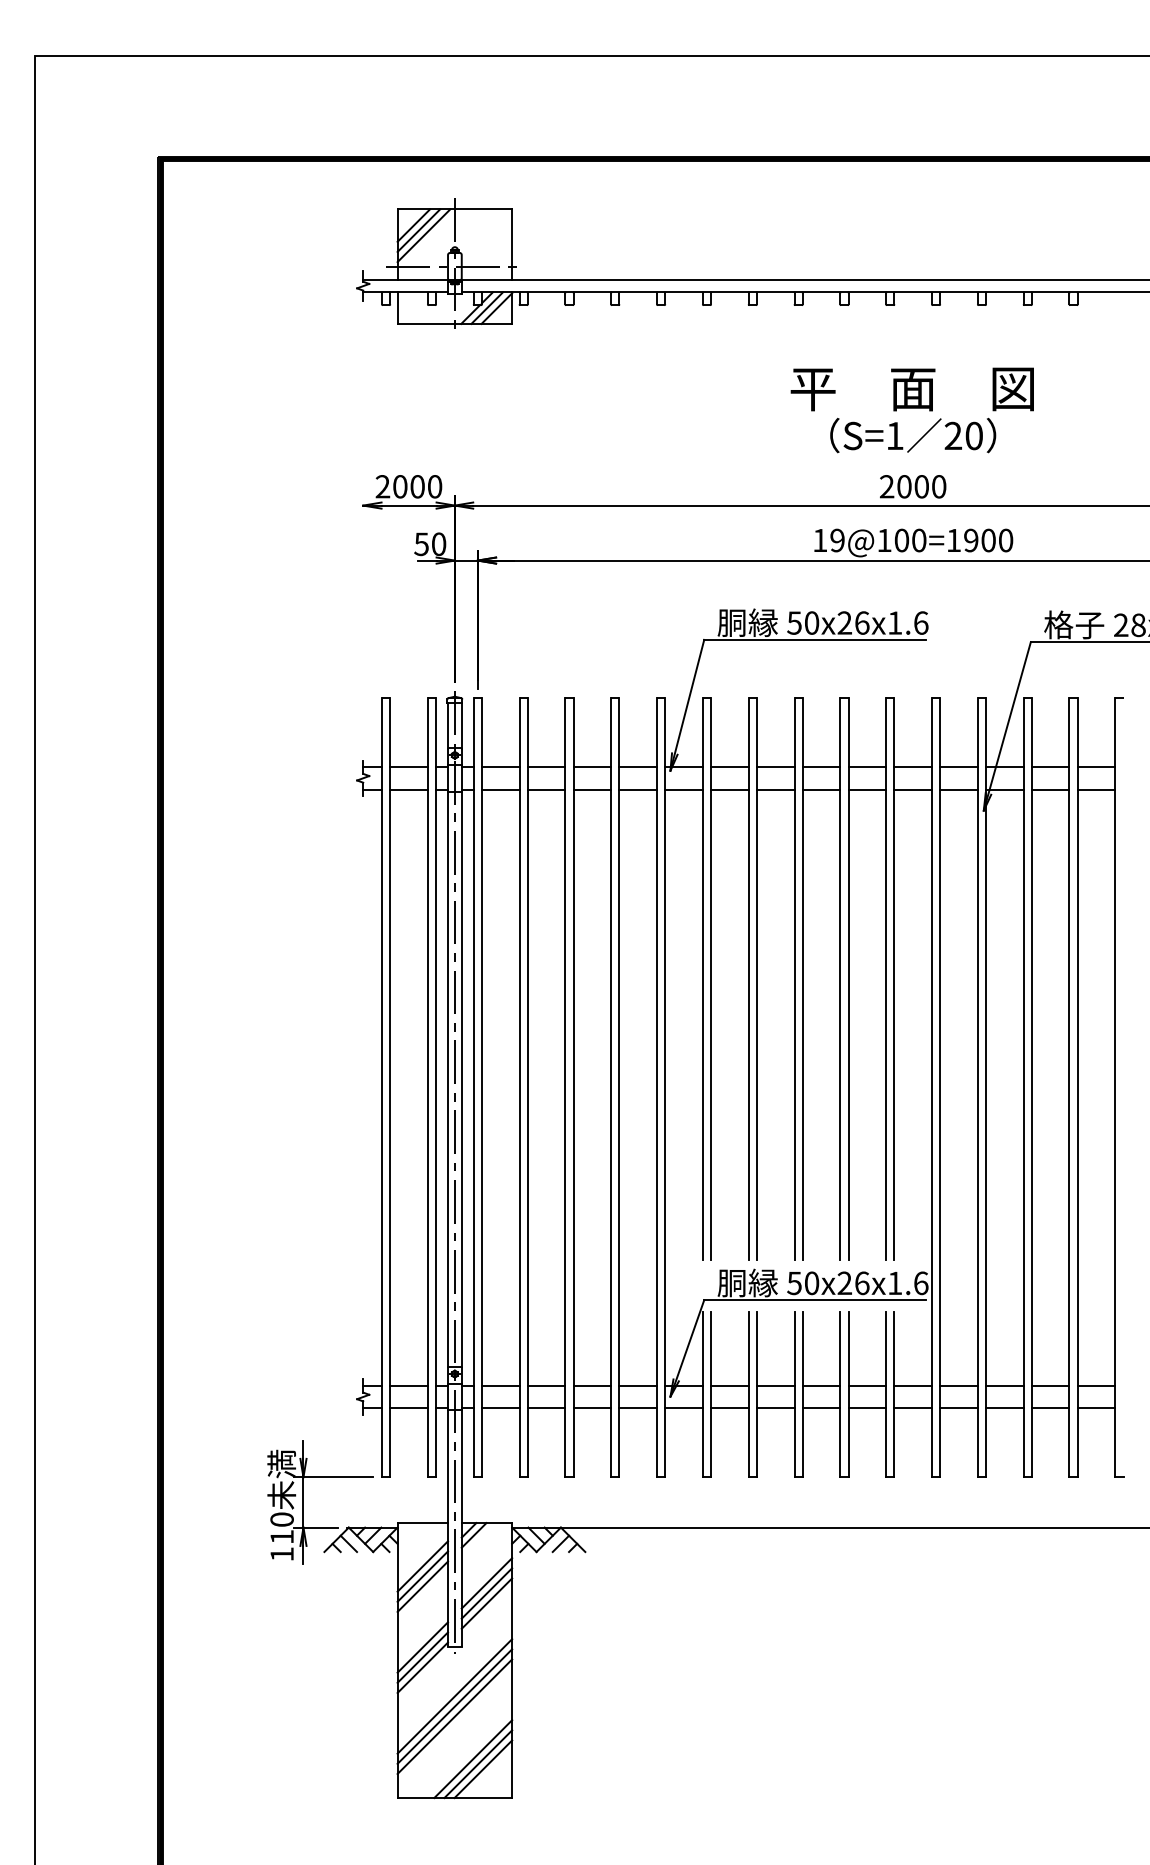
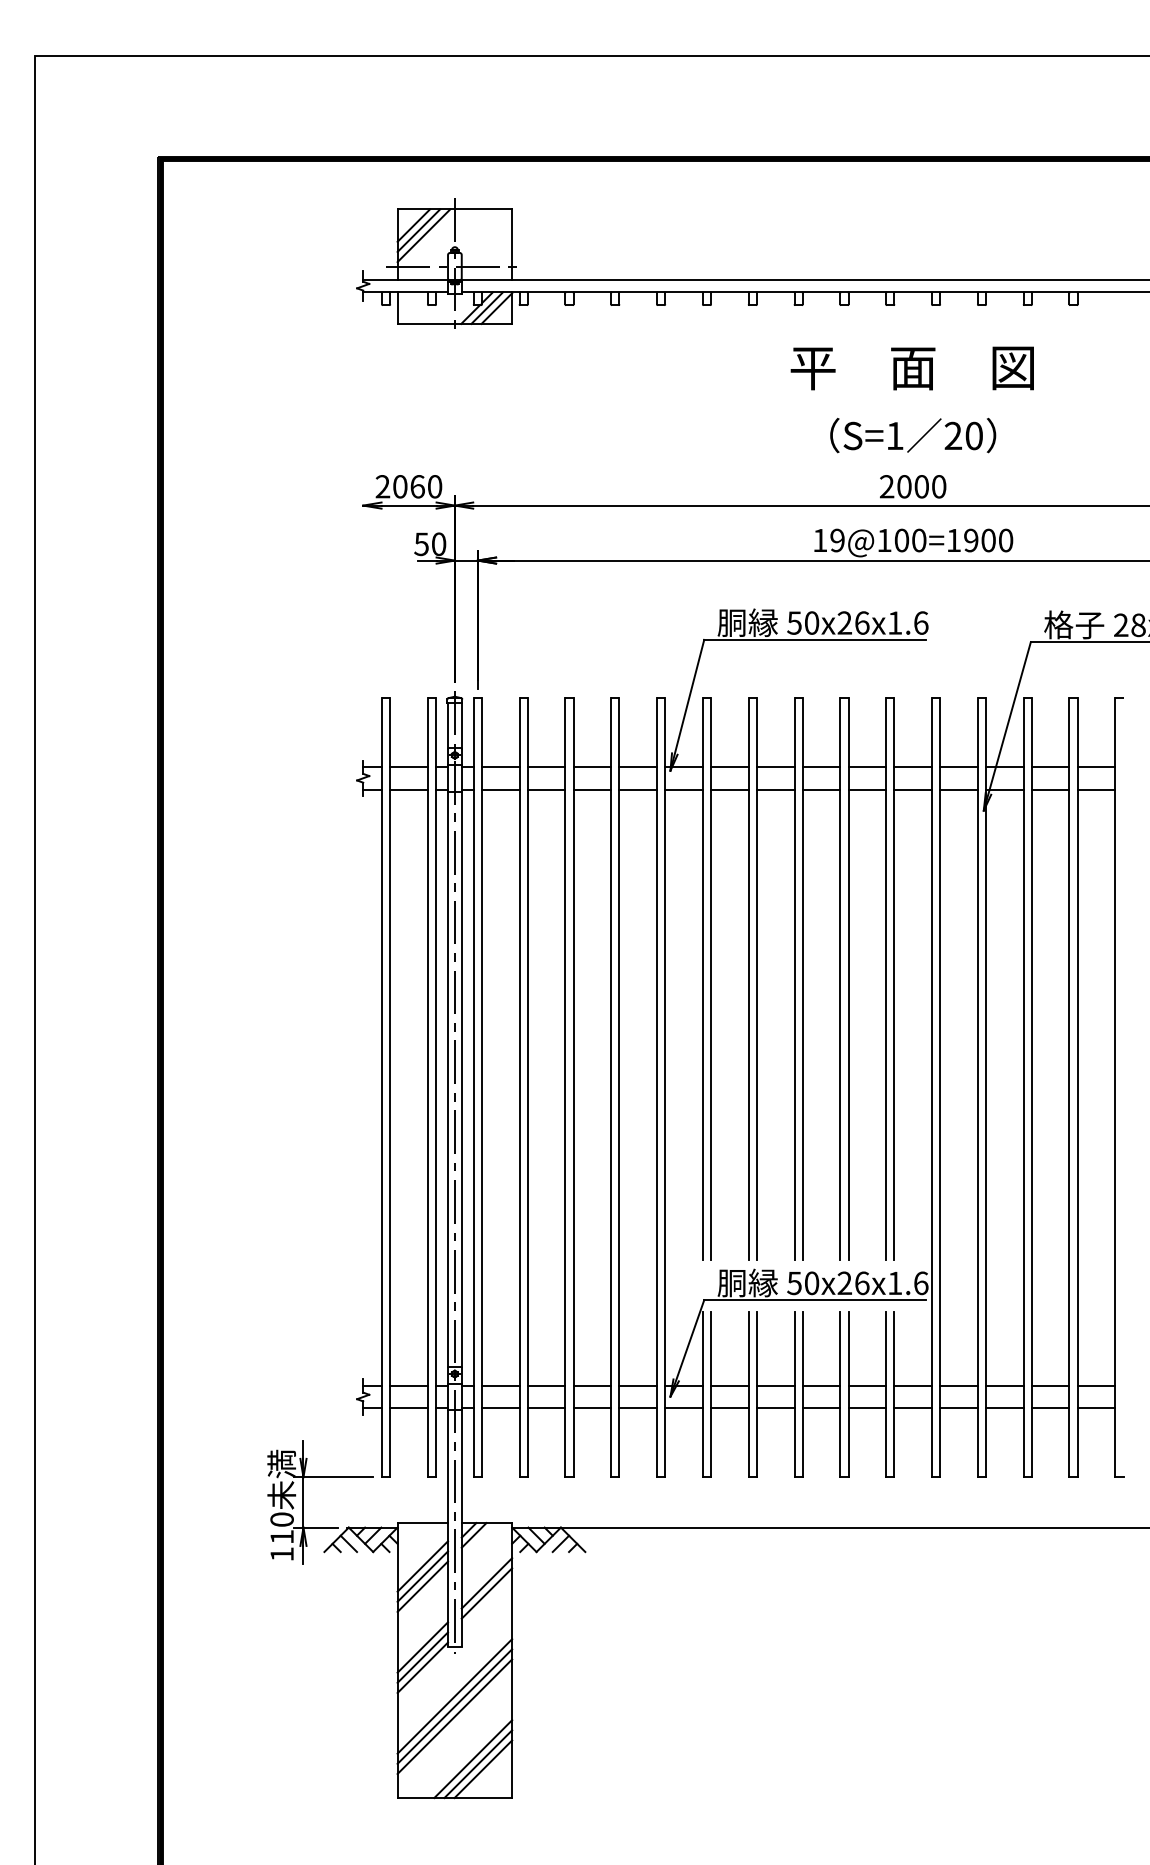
text at (911, 389) position: (911, 389) -> (911, 368)
text at (417, 486): 2000 -> 2060
line at (486, 1603): present -> none
